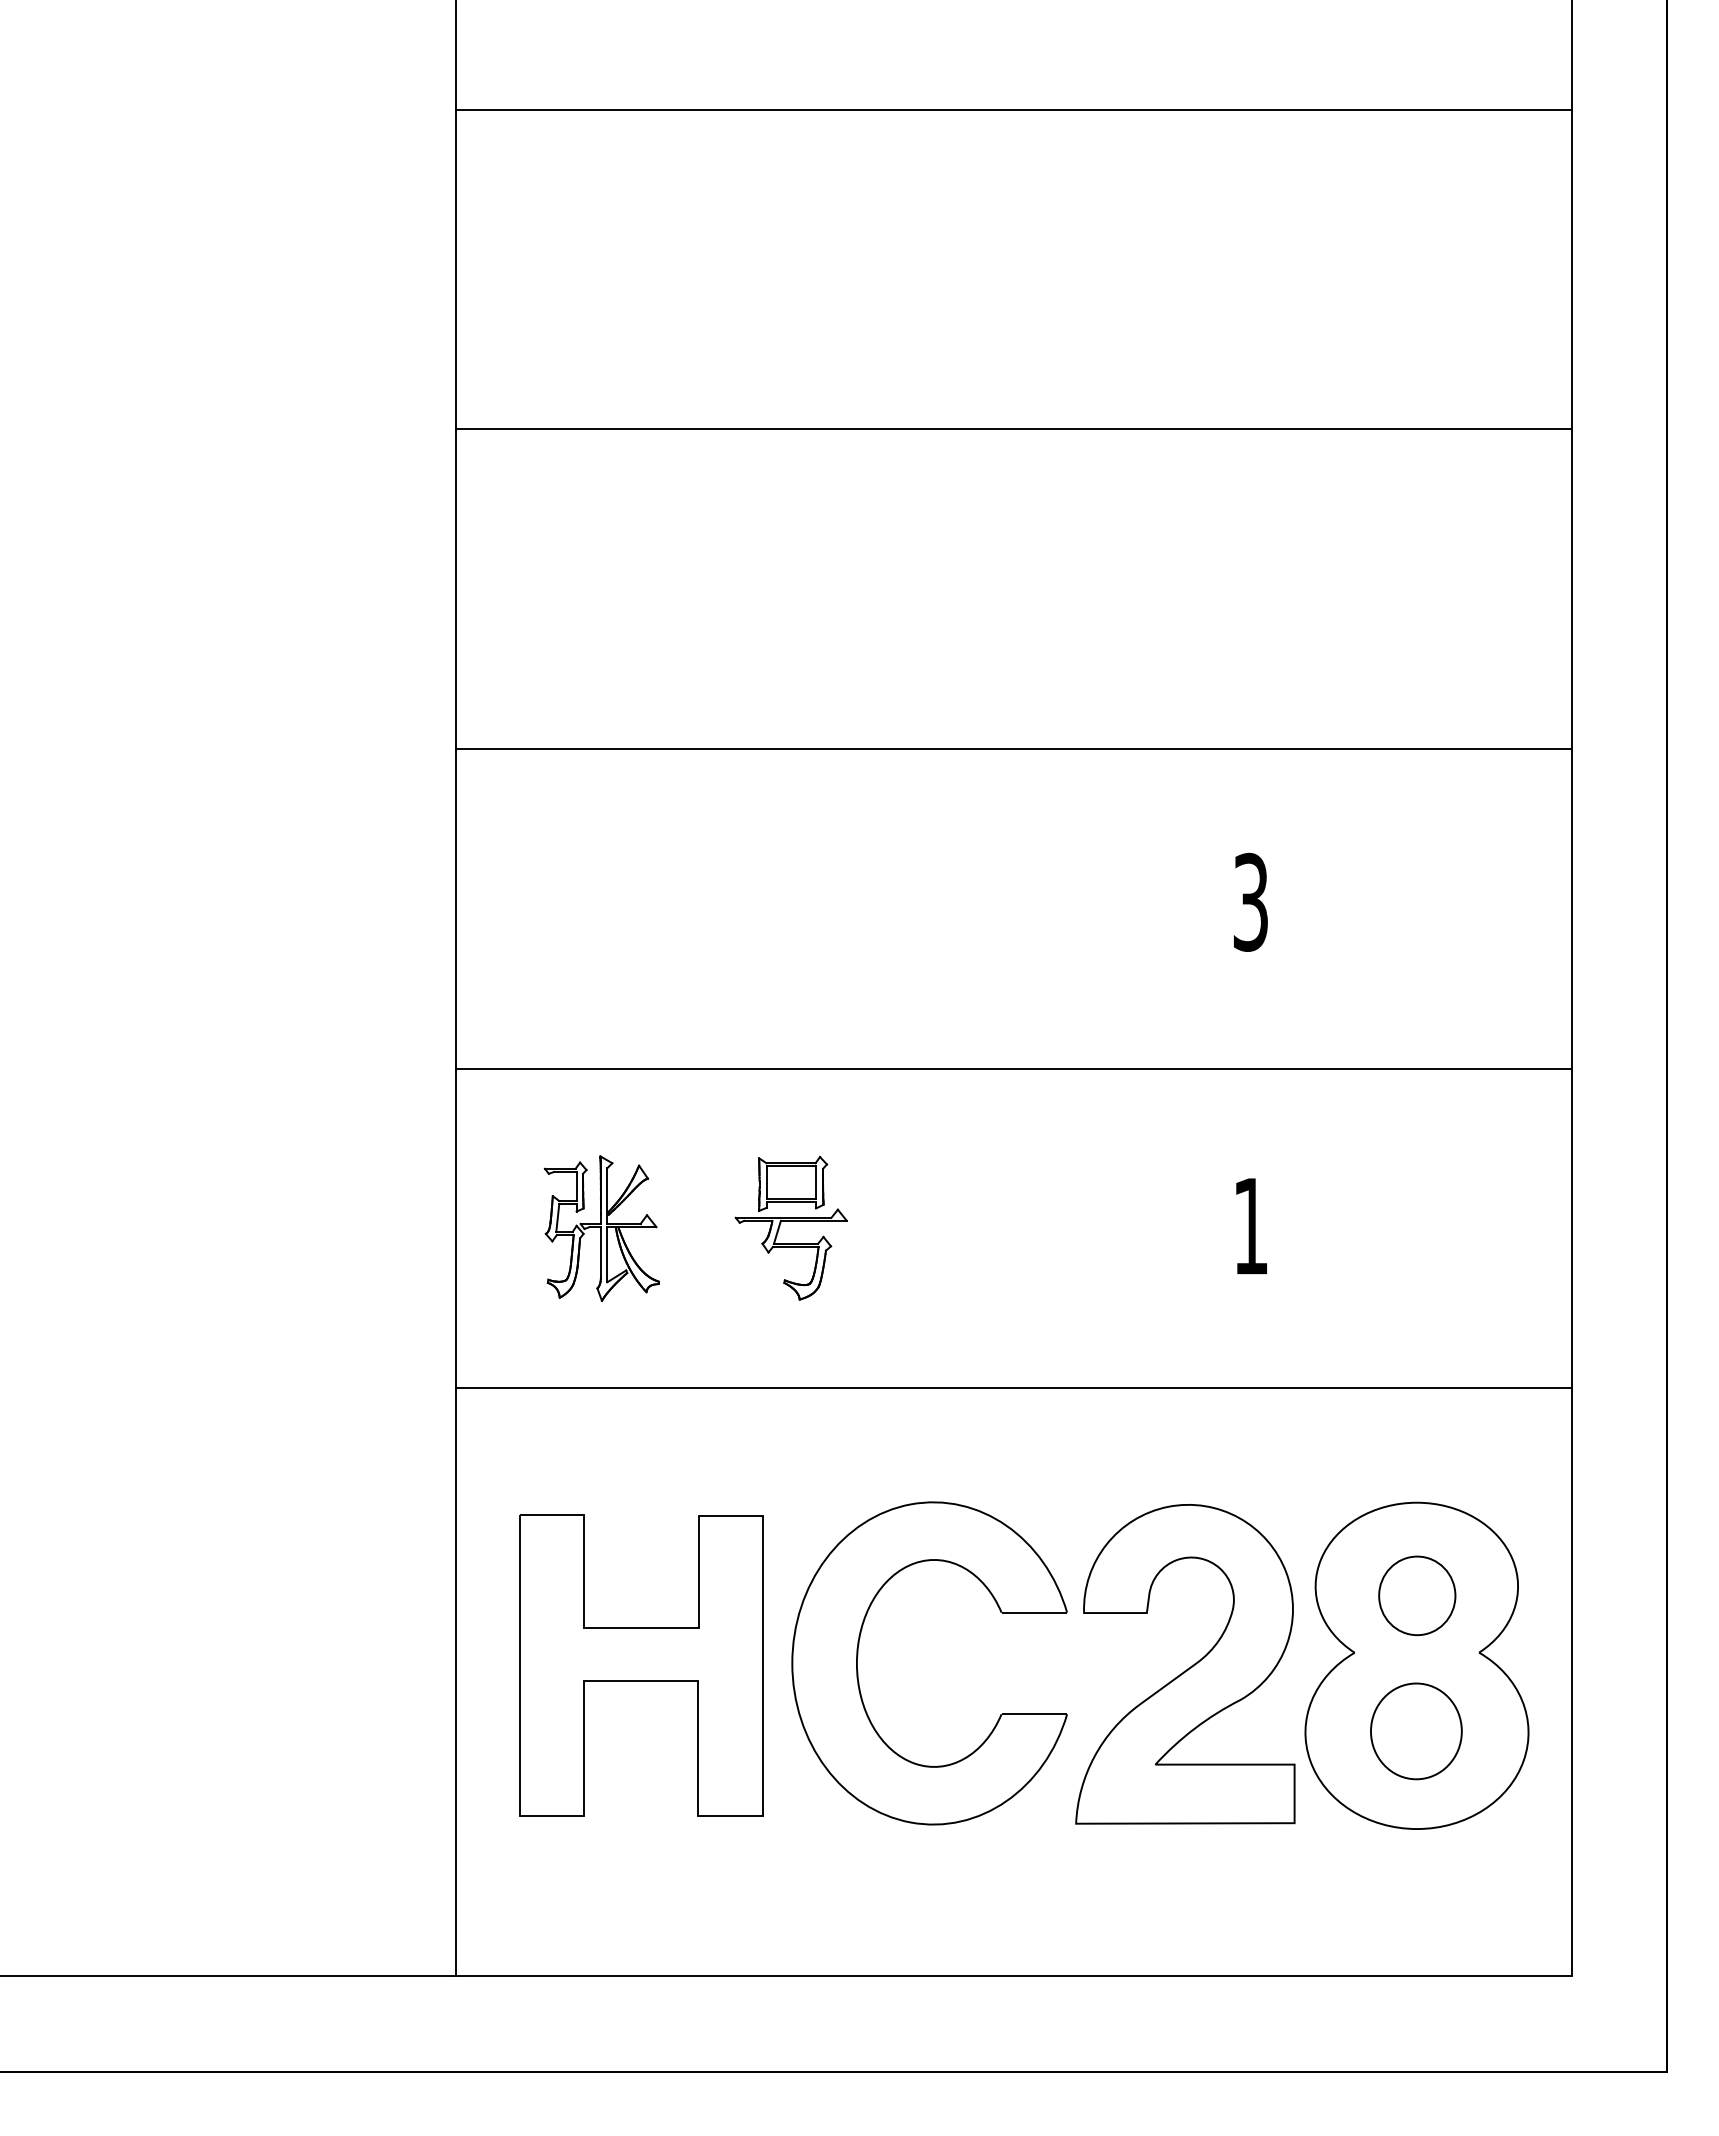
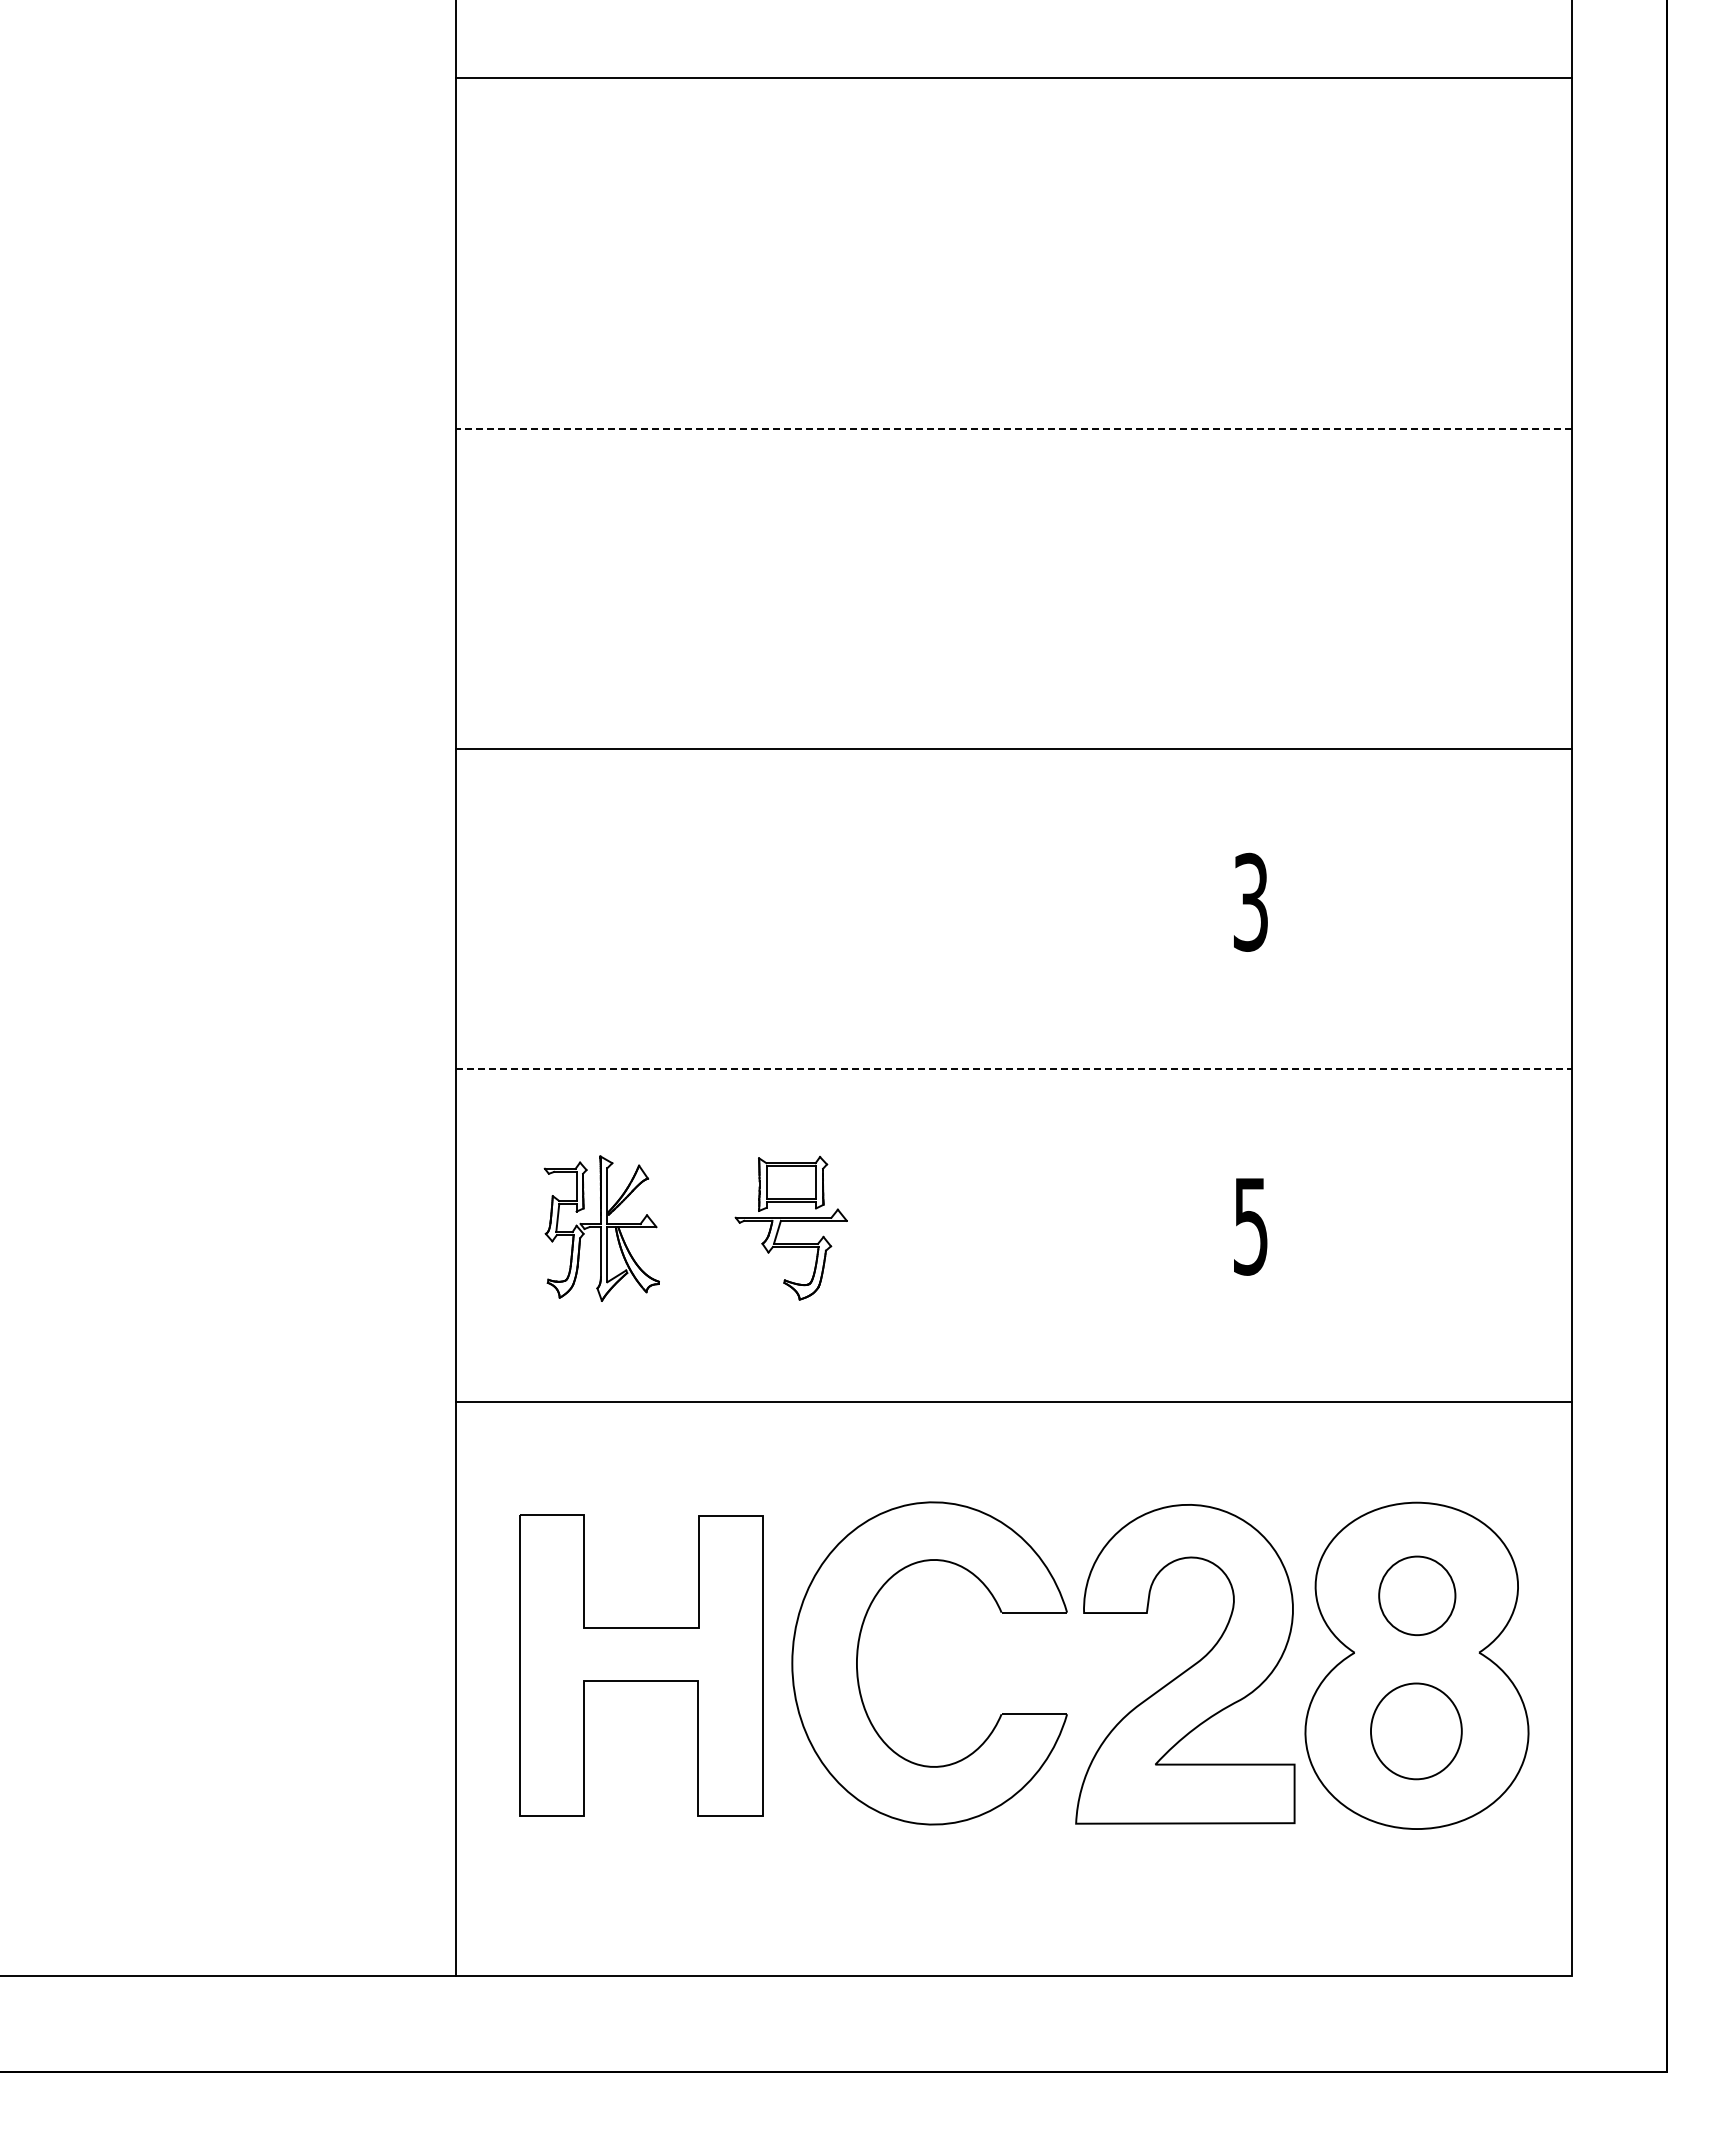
line at (1013, 109) position: (1013, 109) -> (1013, 77)
line at (1013, 429): solid -> dashed
line at (1013, 1068): solid -> dashed
text at (1250, 1226): 1 -> 5
line at (1013, 1388) position: (1013, 1388) -> (1013, 1402)
